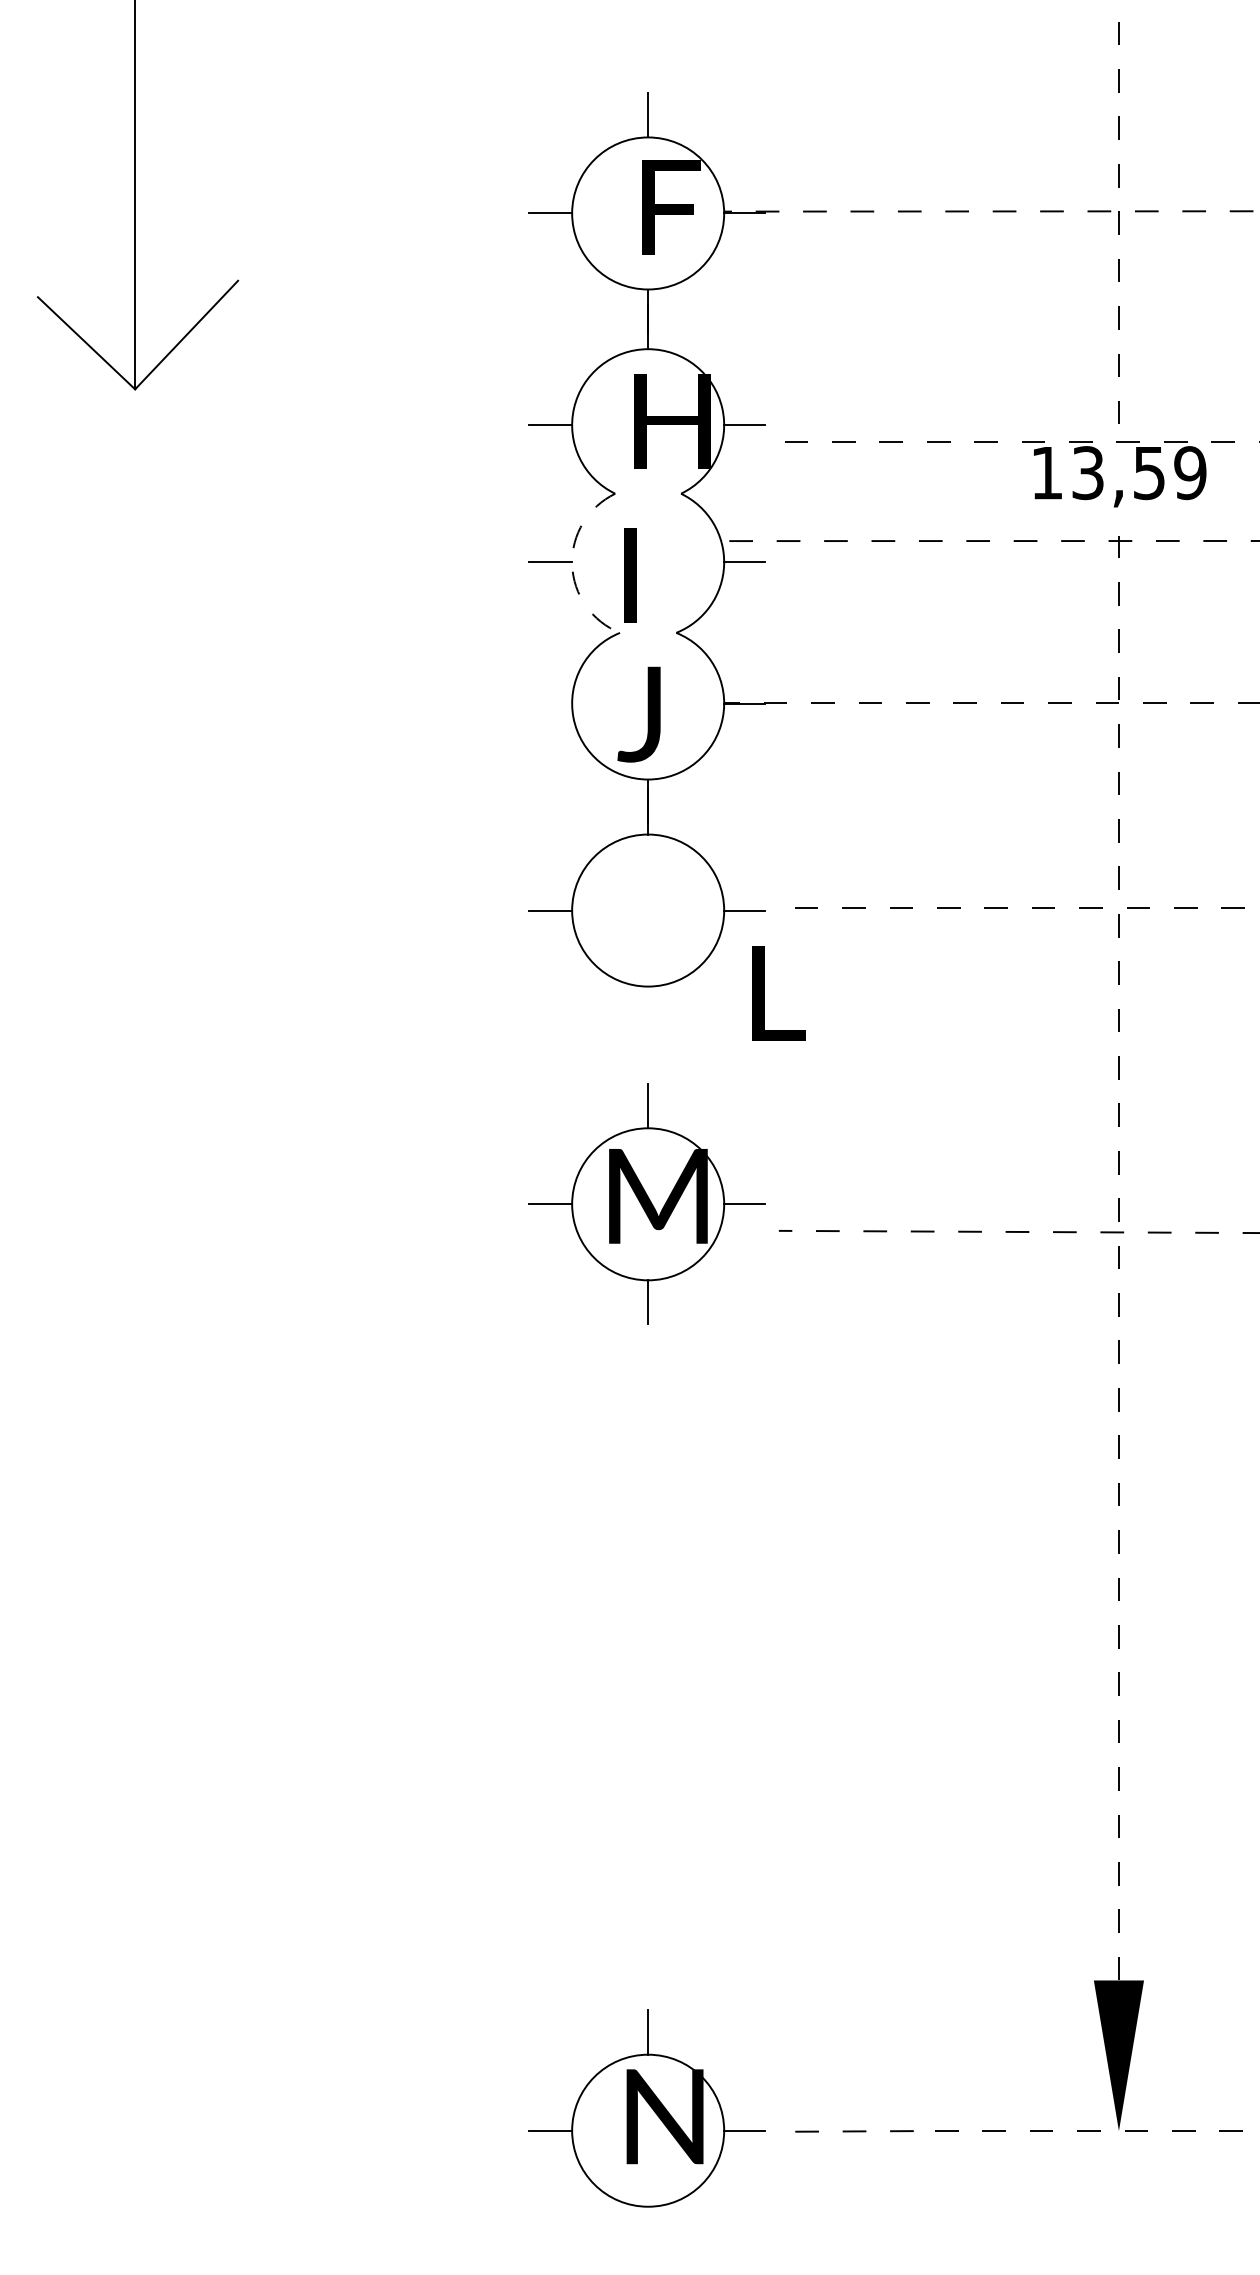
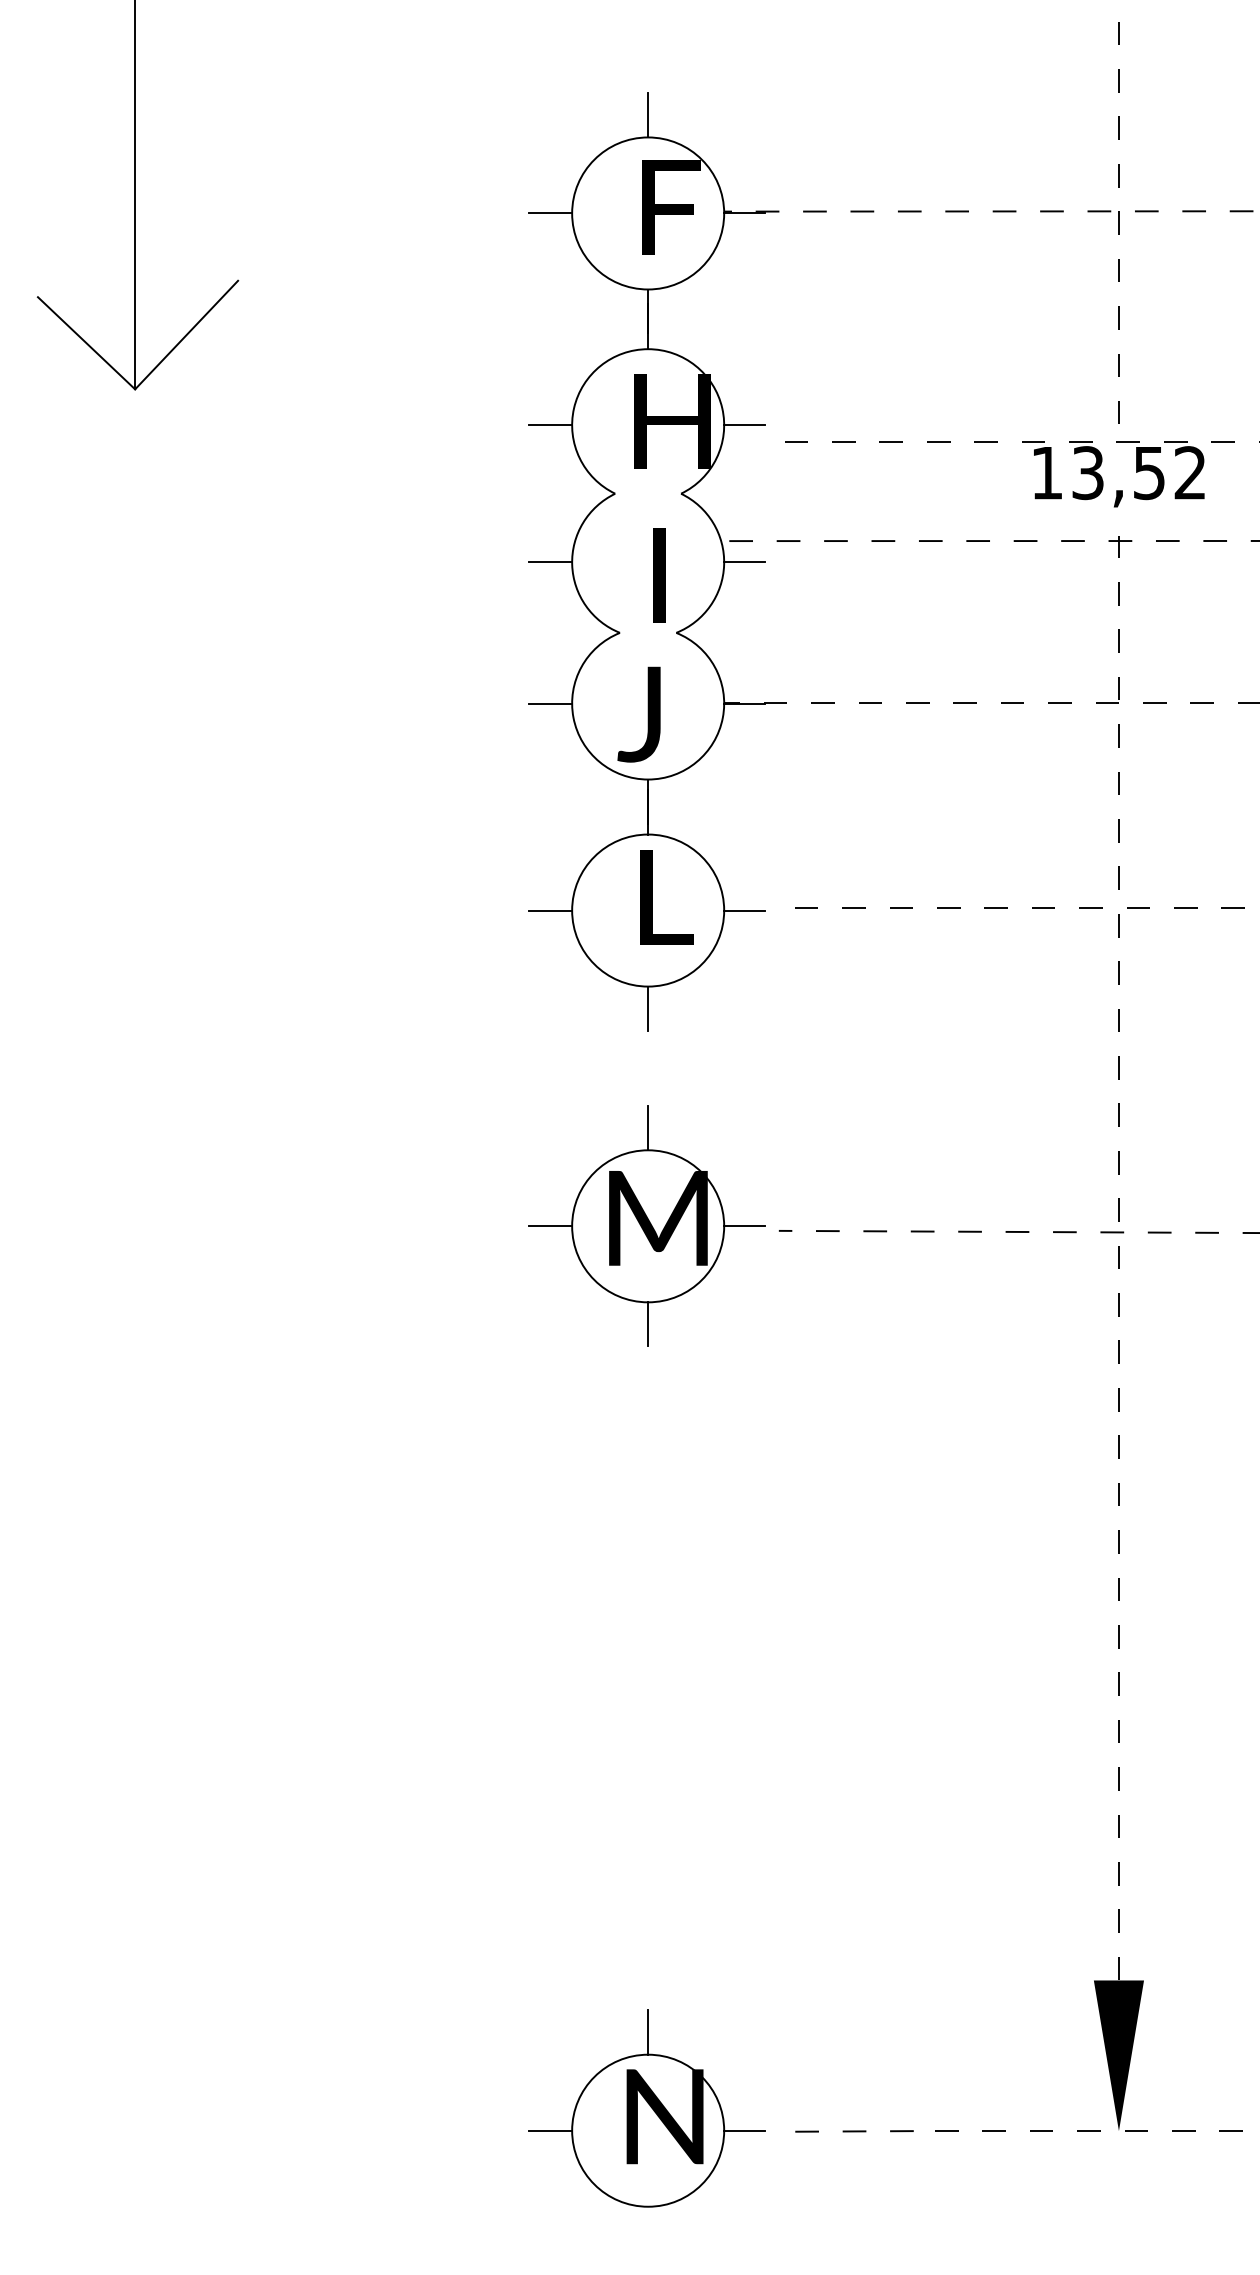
text at (1190, 473): 13,59 -> 13,52
arc at (572, 564): dashed -> solid
text at (630, 575) position: (630, 575) -> (659, 575)
line at (550, 703): none -> present
text at (778, 993) position: (778, 993) -> (666, 897)
line at (648, 1008): none -> present
part at (646, 1203) position: (646, 1203) -> (646, 1225)
